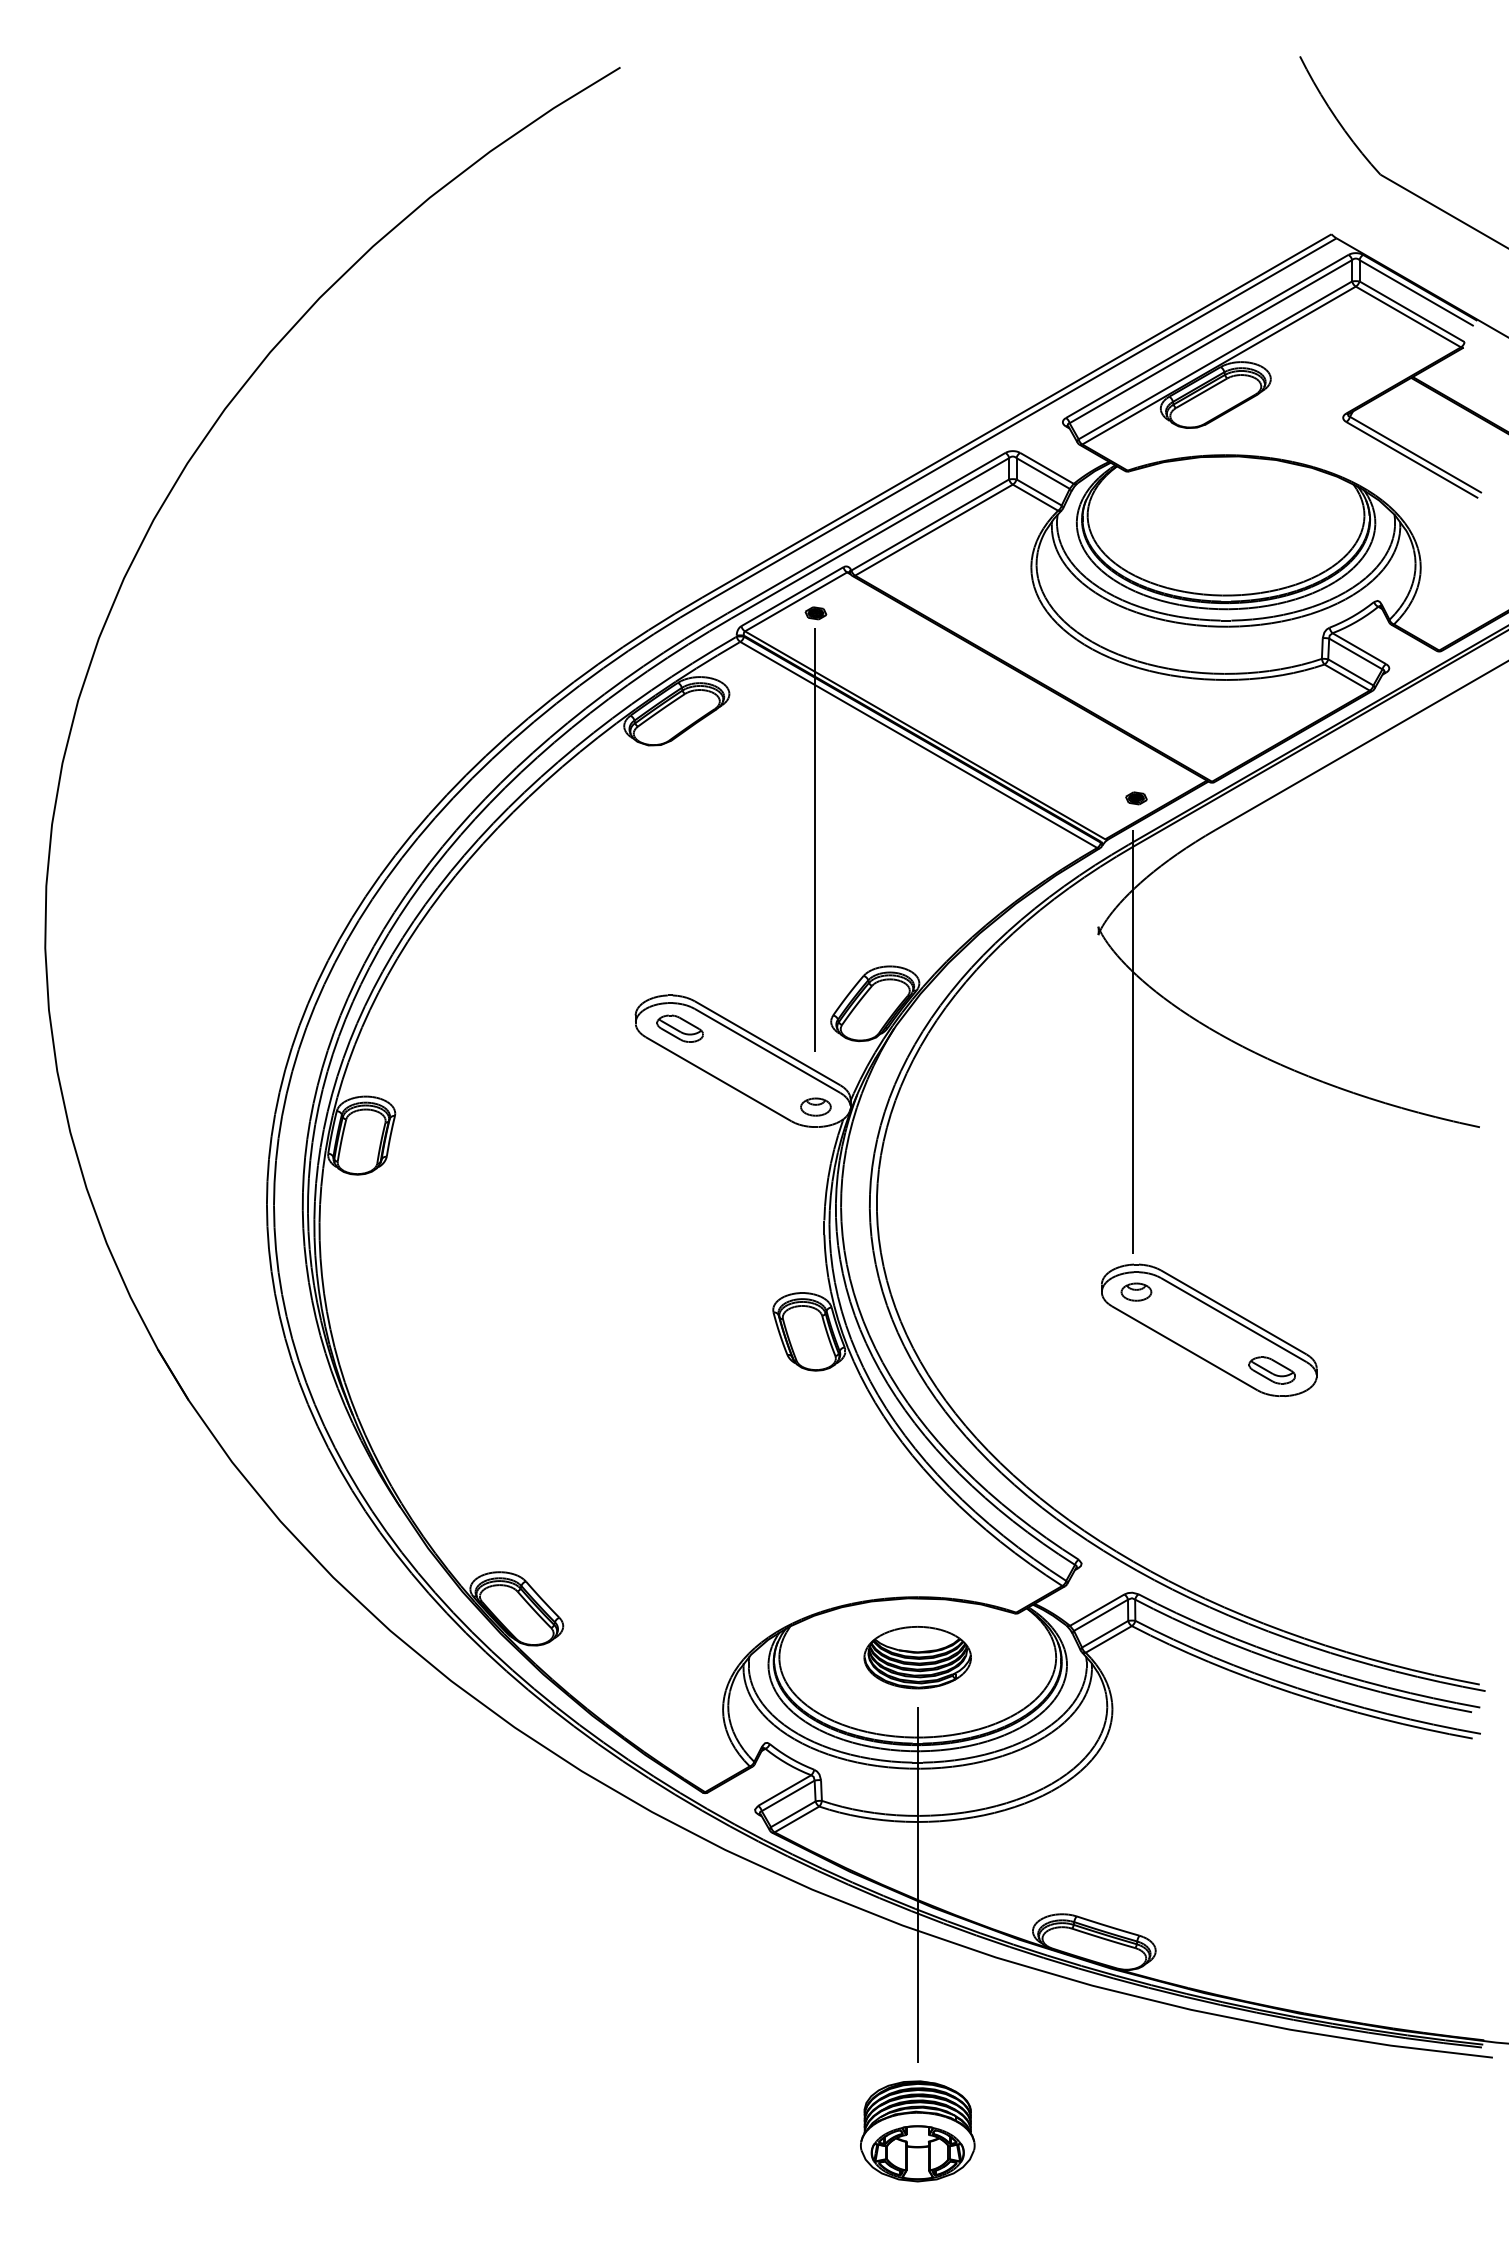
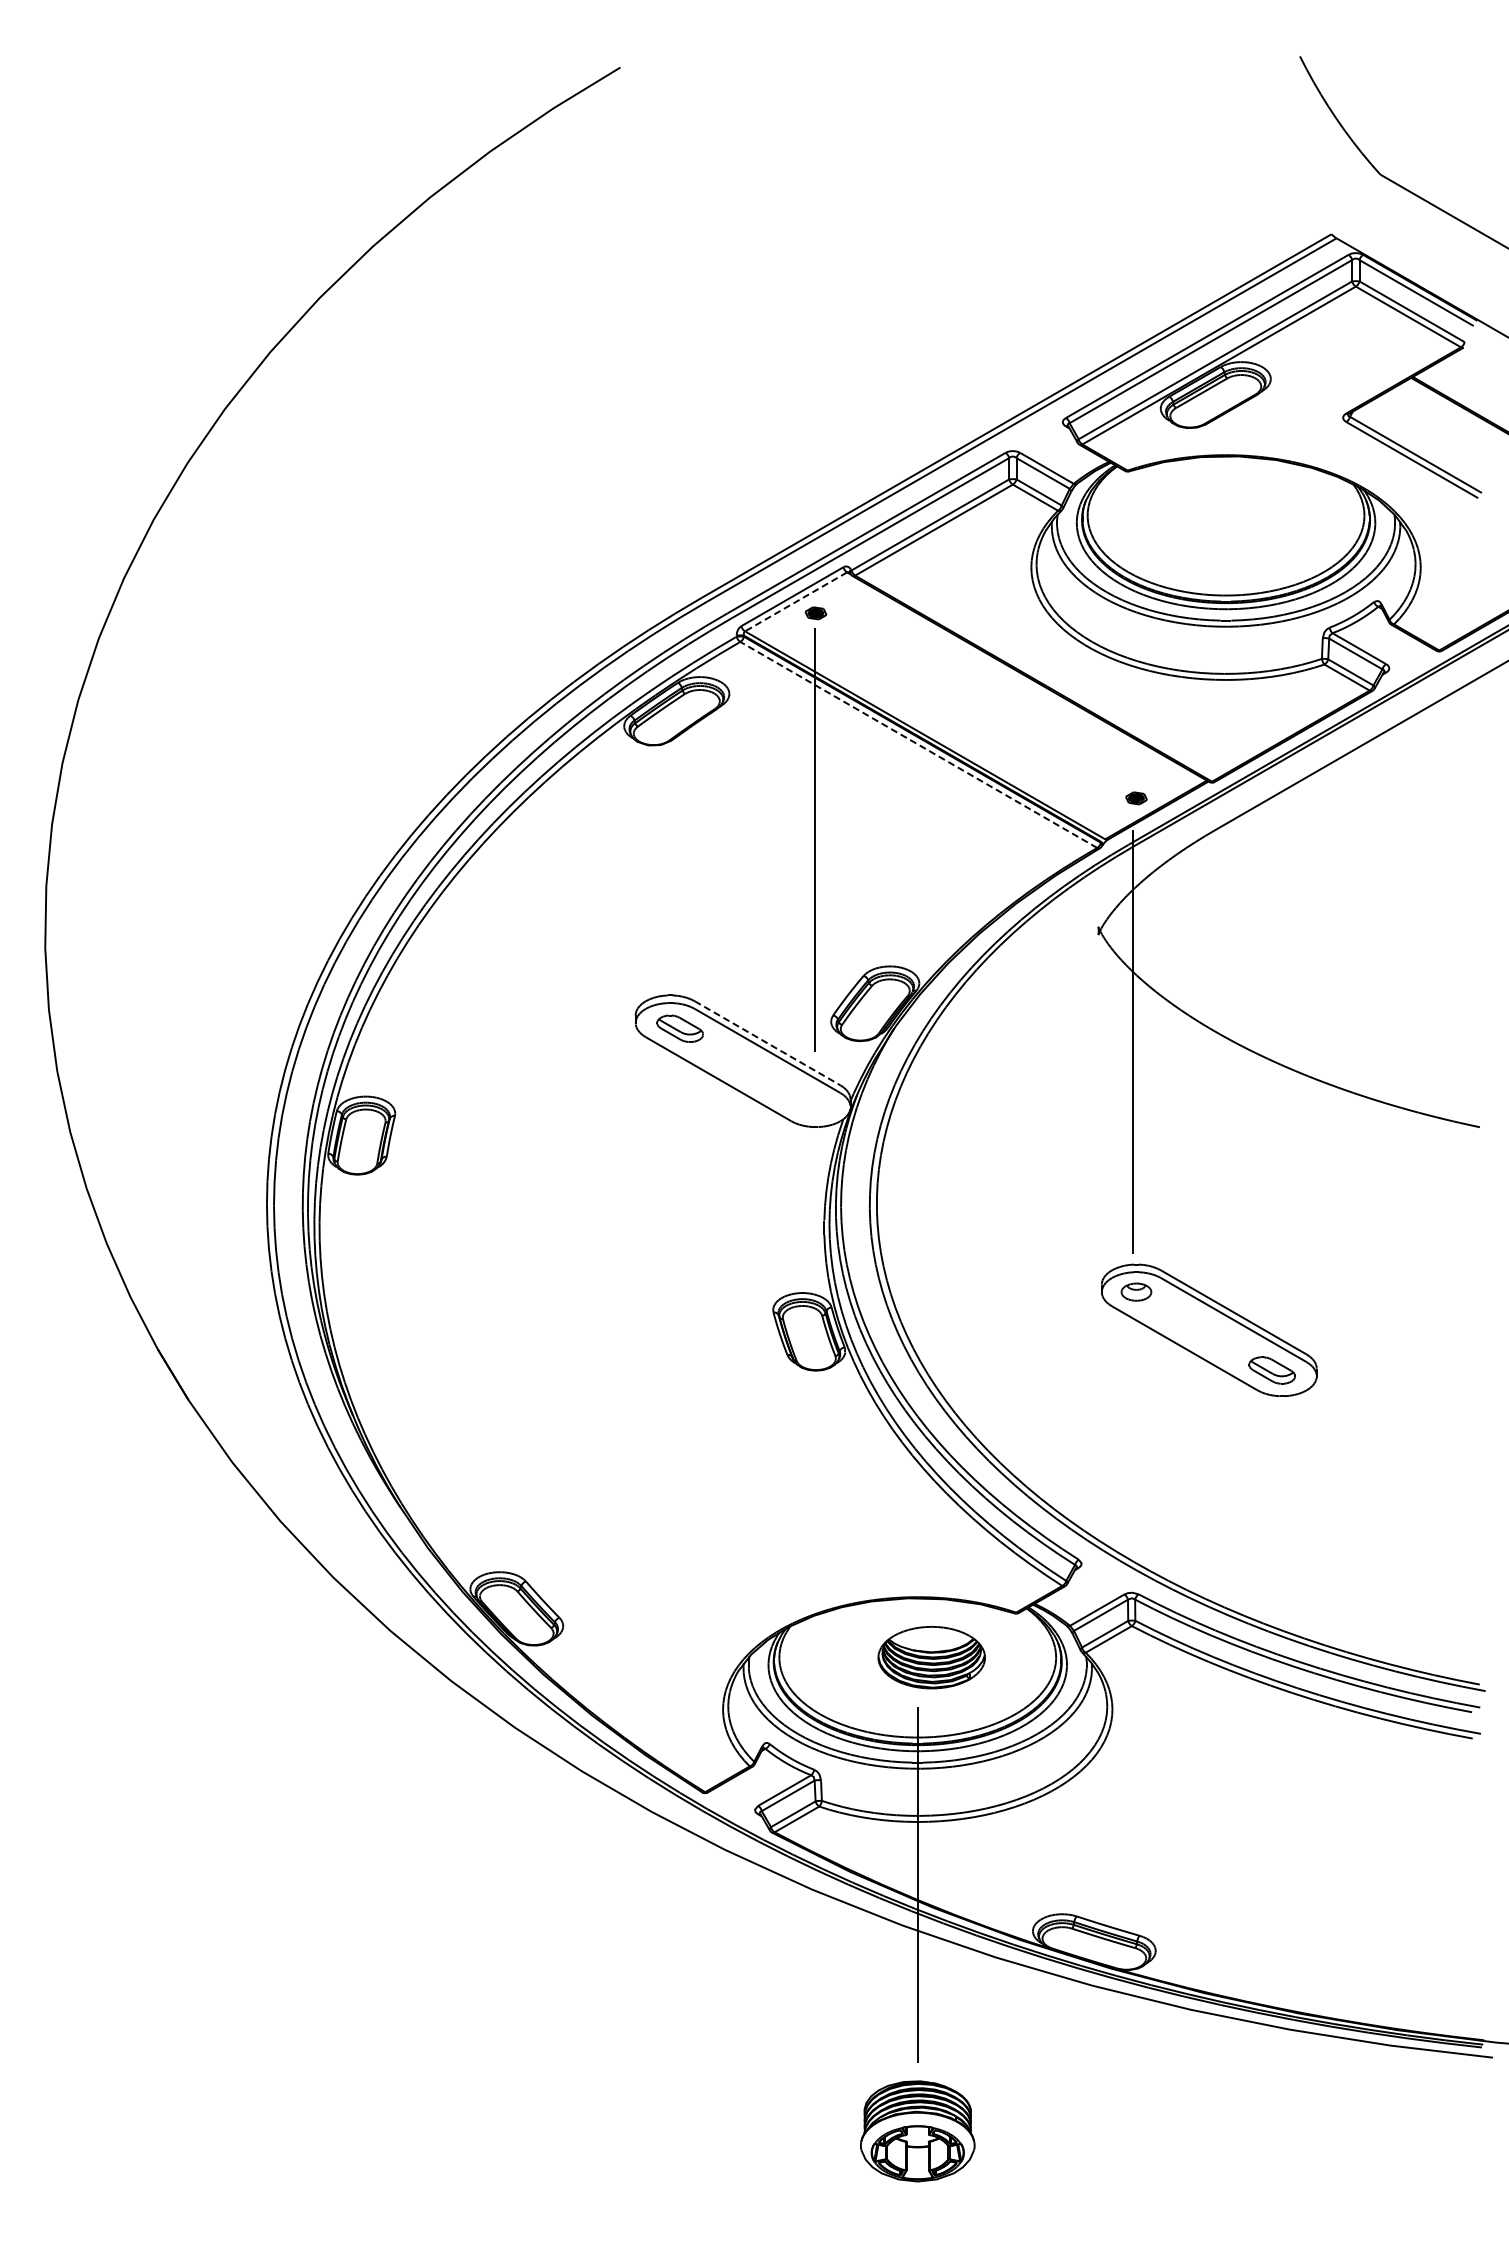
line at (796, 601): solid -> dashed
line at (918, 744): solid -> dashed
line at (768, 1043): solid -> dashed
part at (815, 1106): present -> none
part at (917, 1657) position: (917, 1657) -> (931, 1657)
